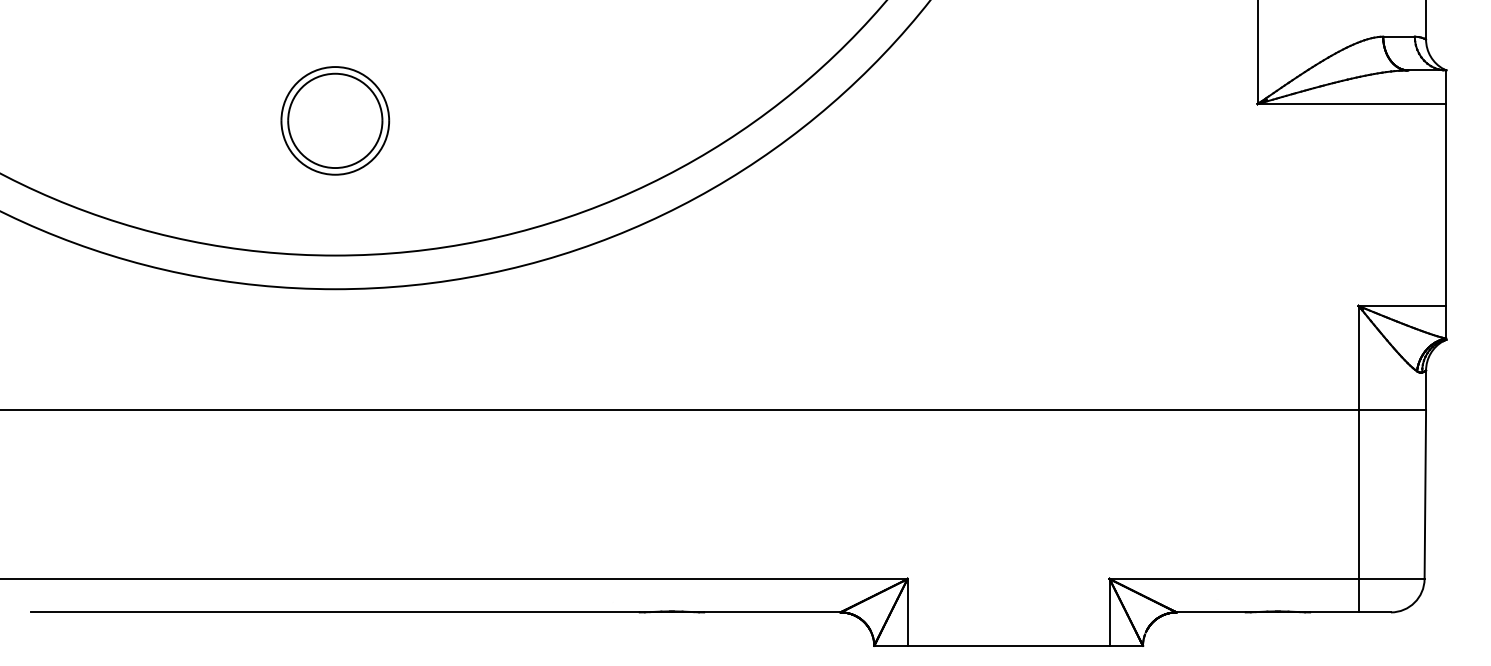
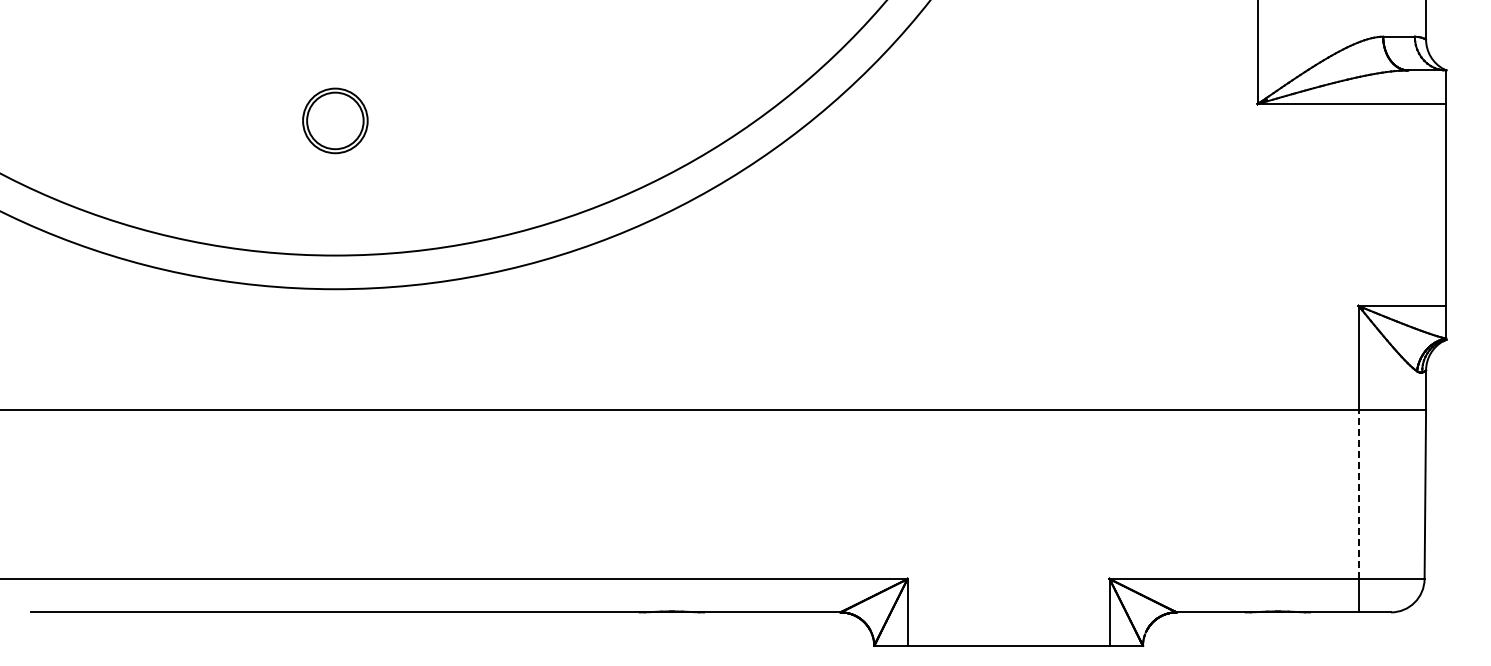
part at (335, 120) size: 111x110 px -> 67x68 px
line at (1358, 494): solid -> dashed
